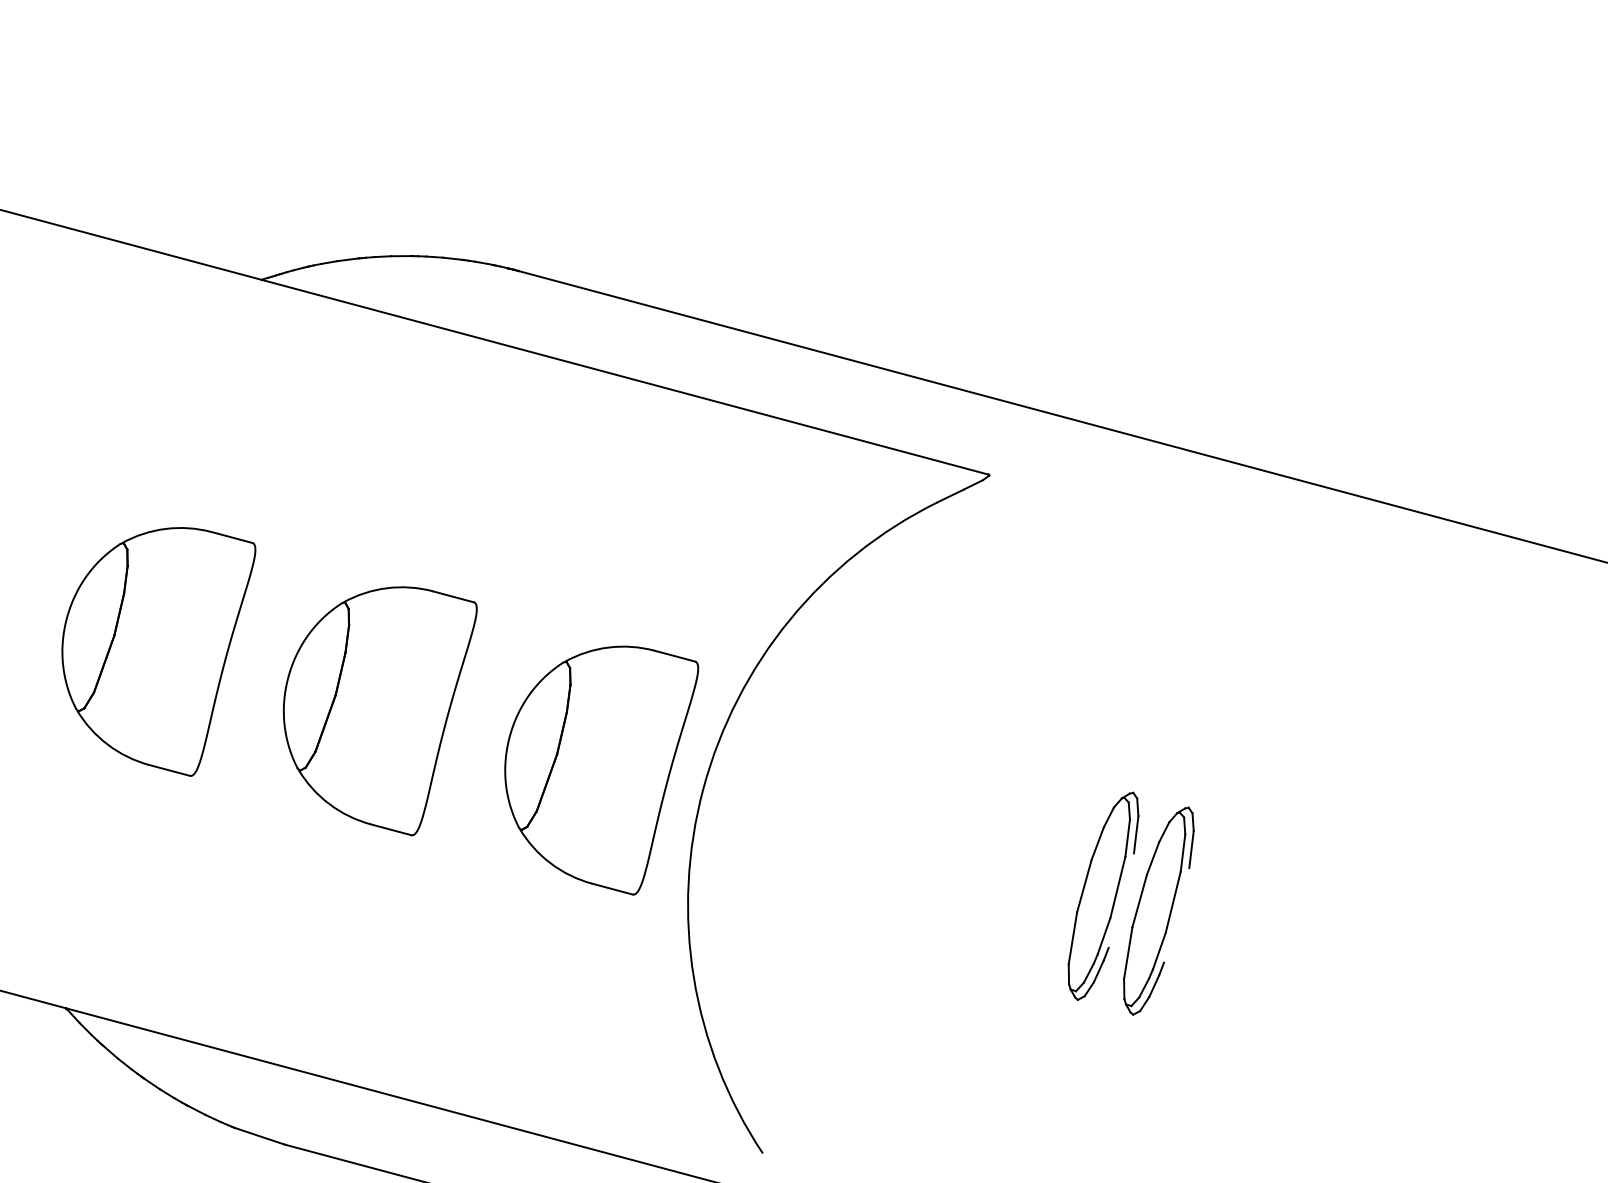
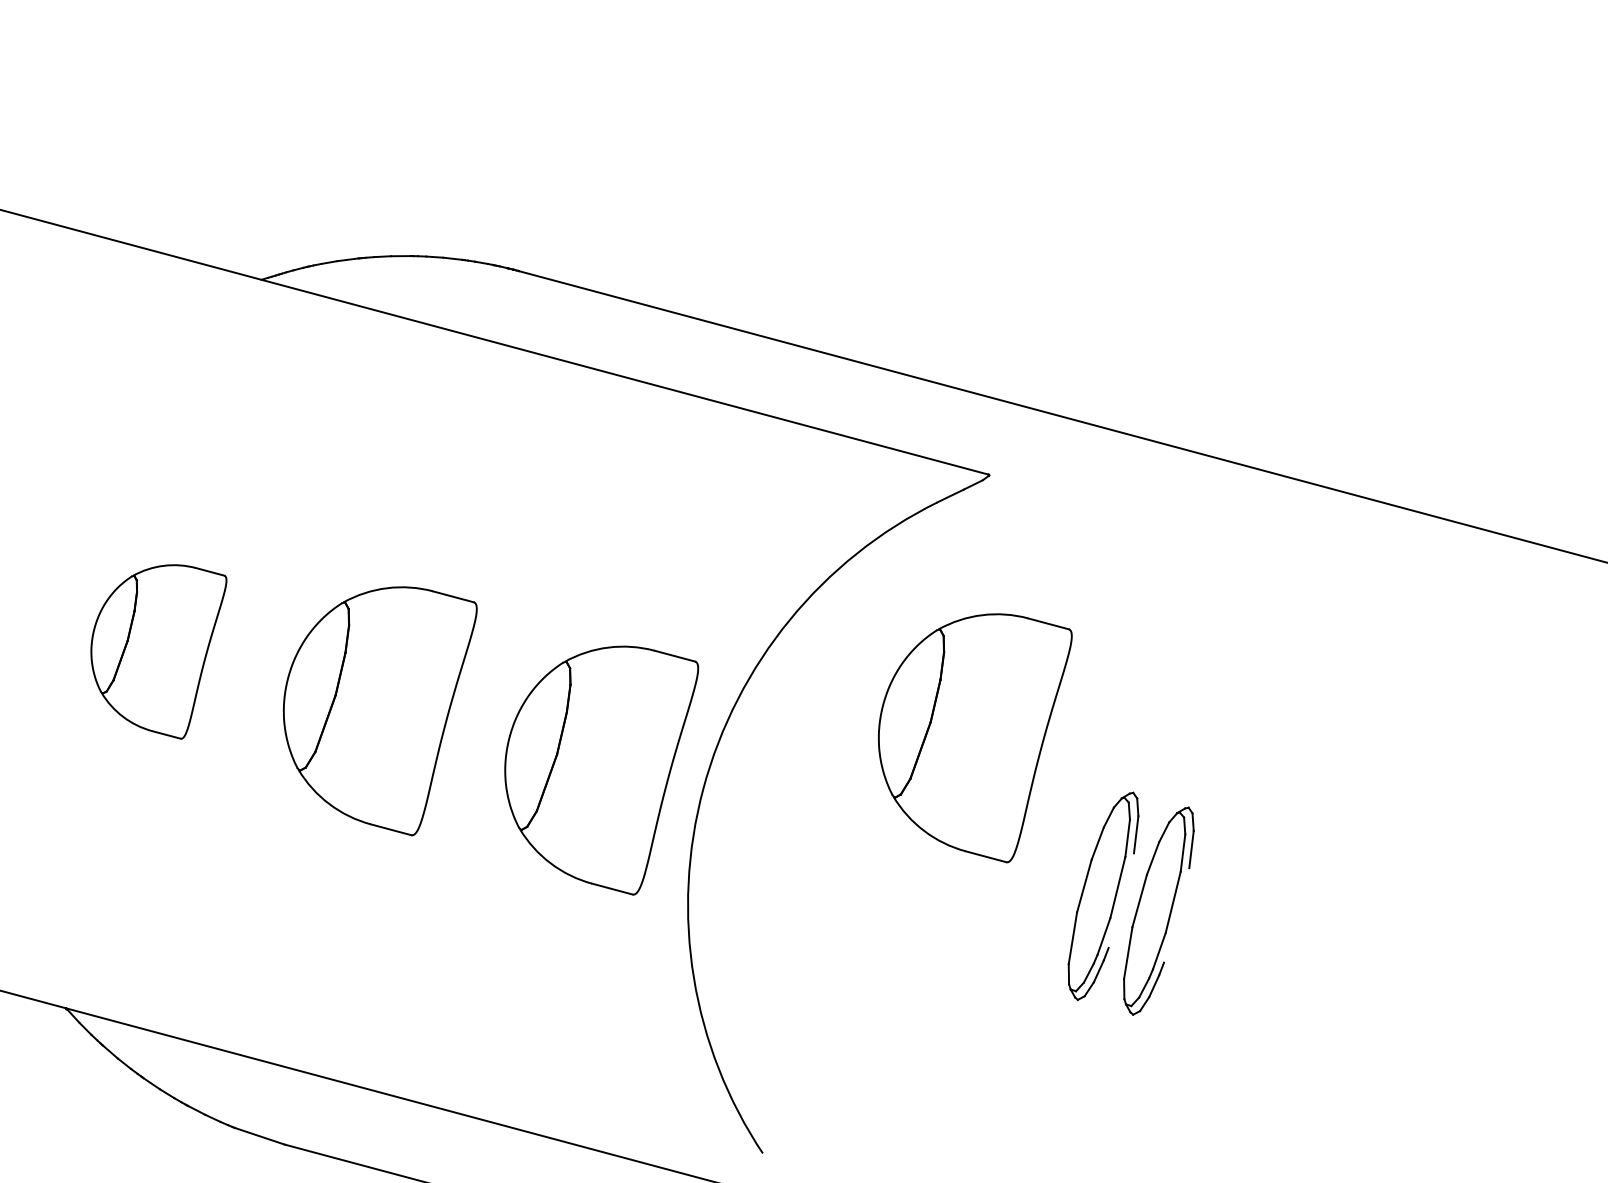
part at (158, 651) size: 196x250 px -> 138x176 px
part at (975, 738): none -> present
